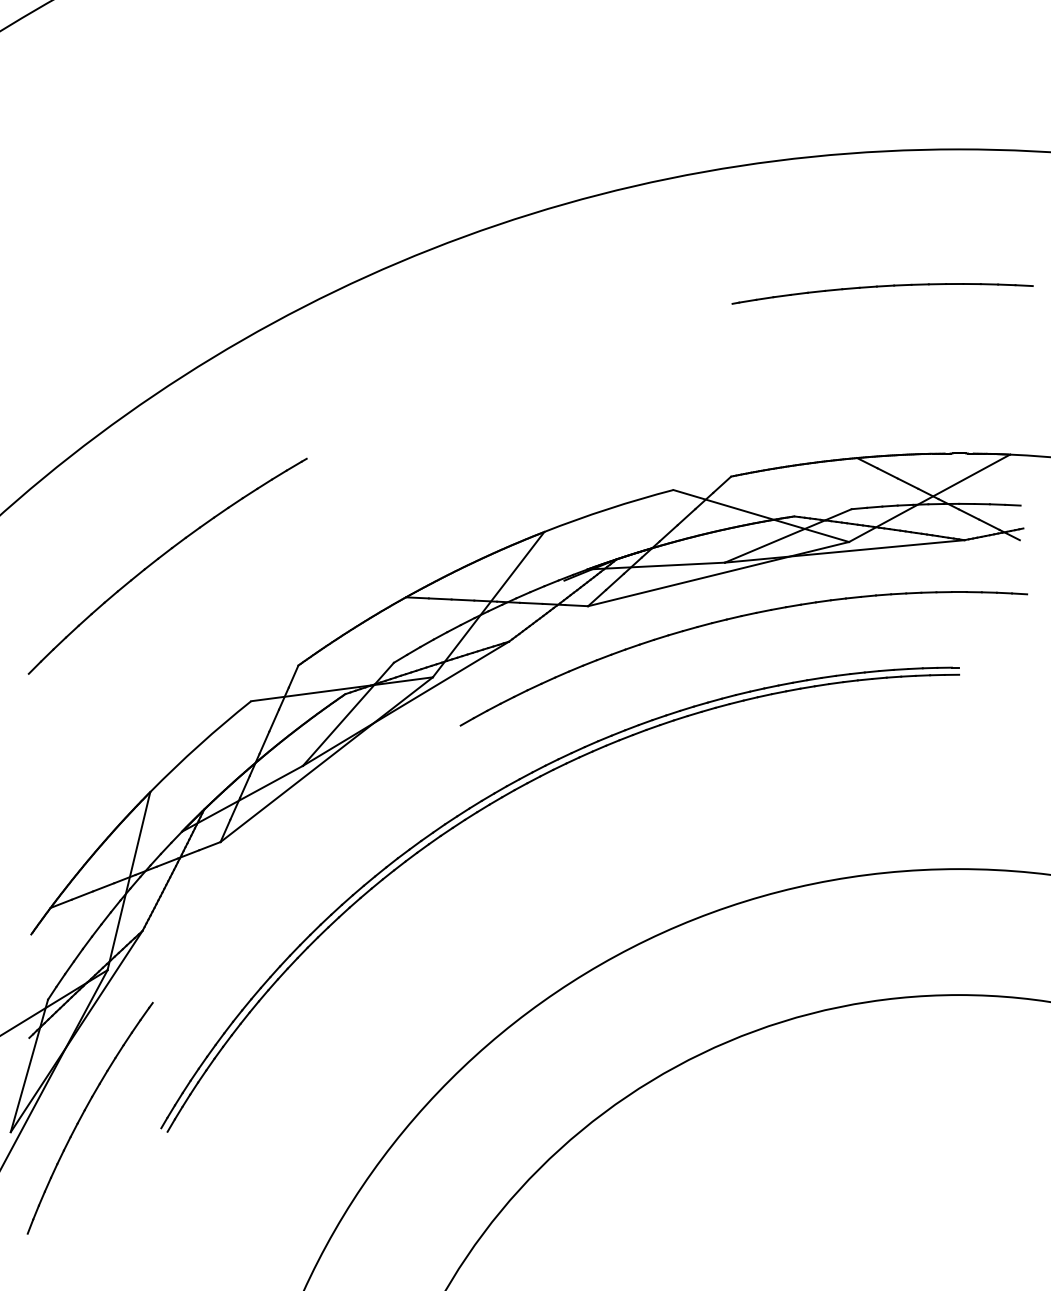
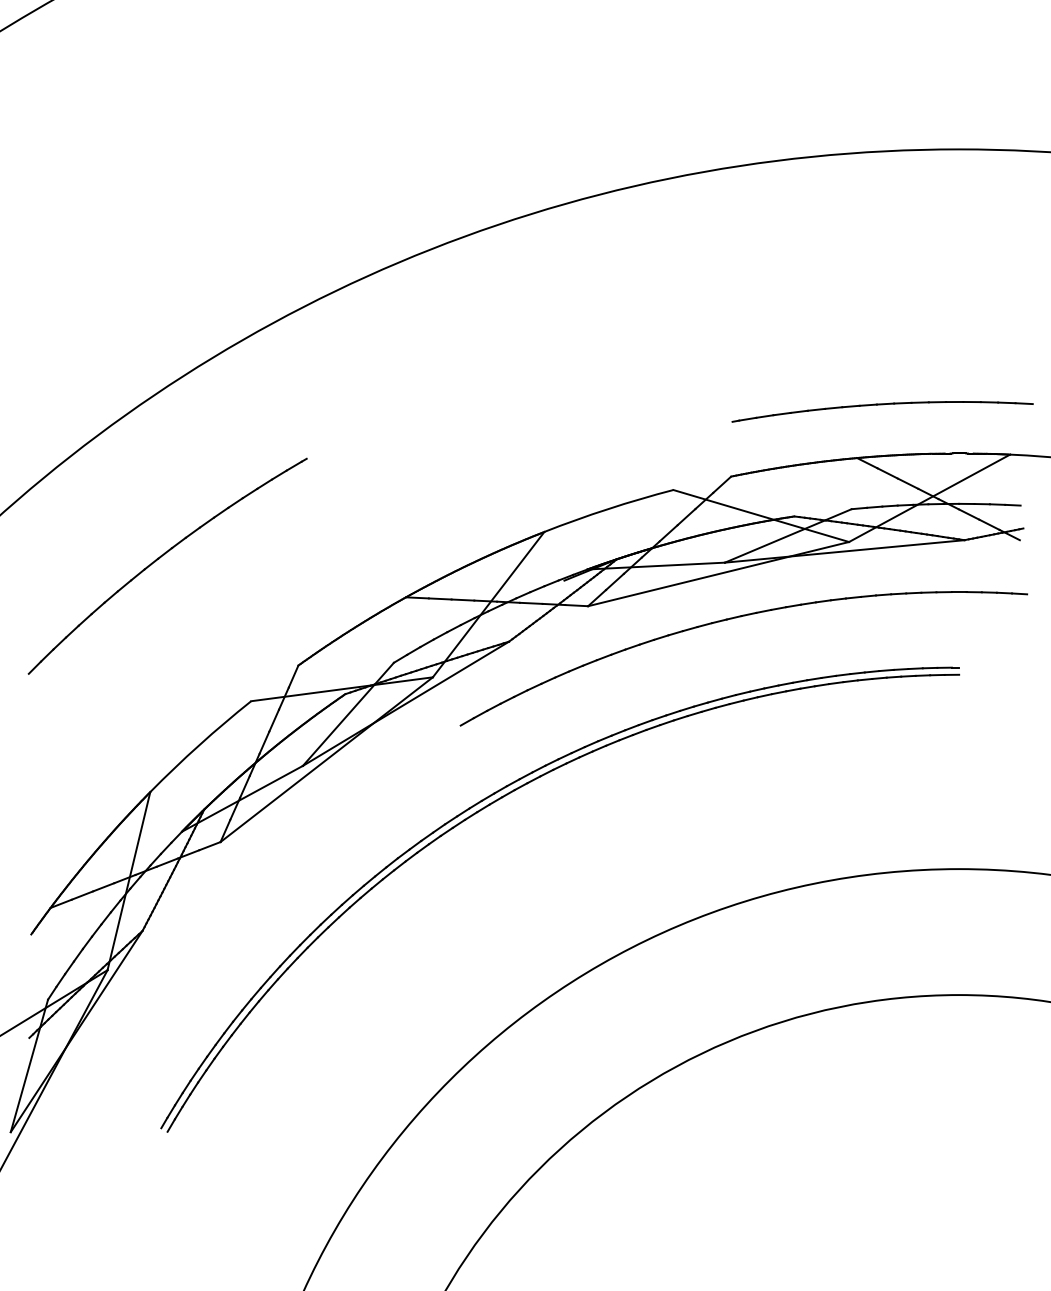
part at (882, 293) position: (882, 293) -> (882, 411)
part at (84, 1113): present -> none
